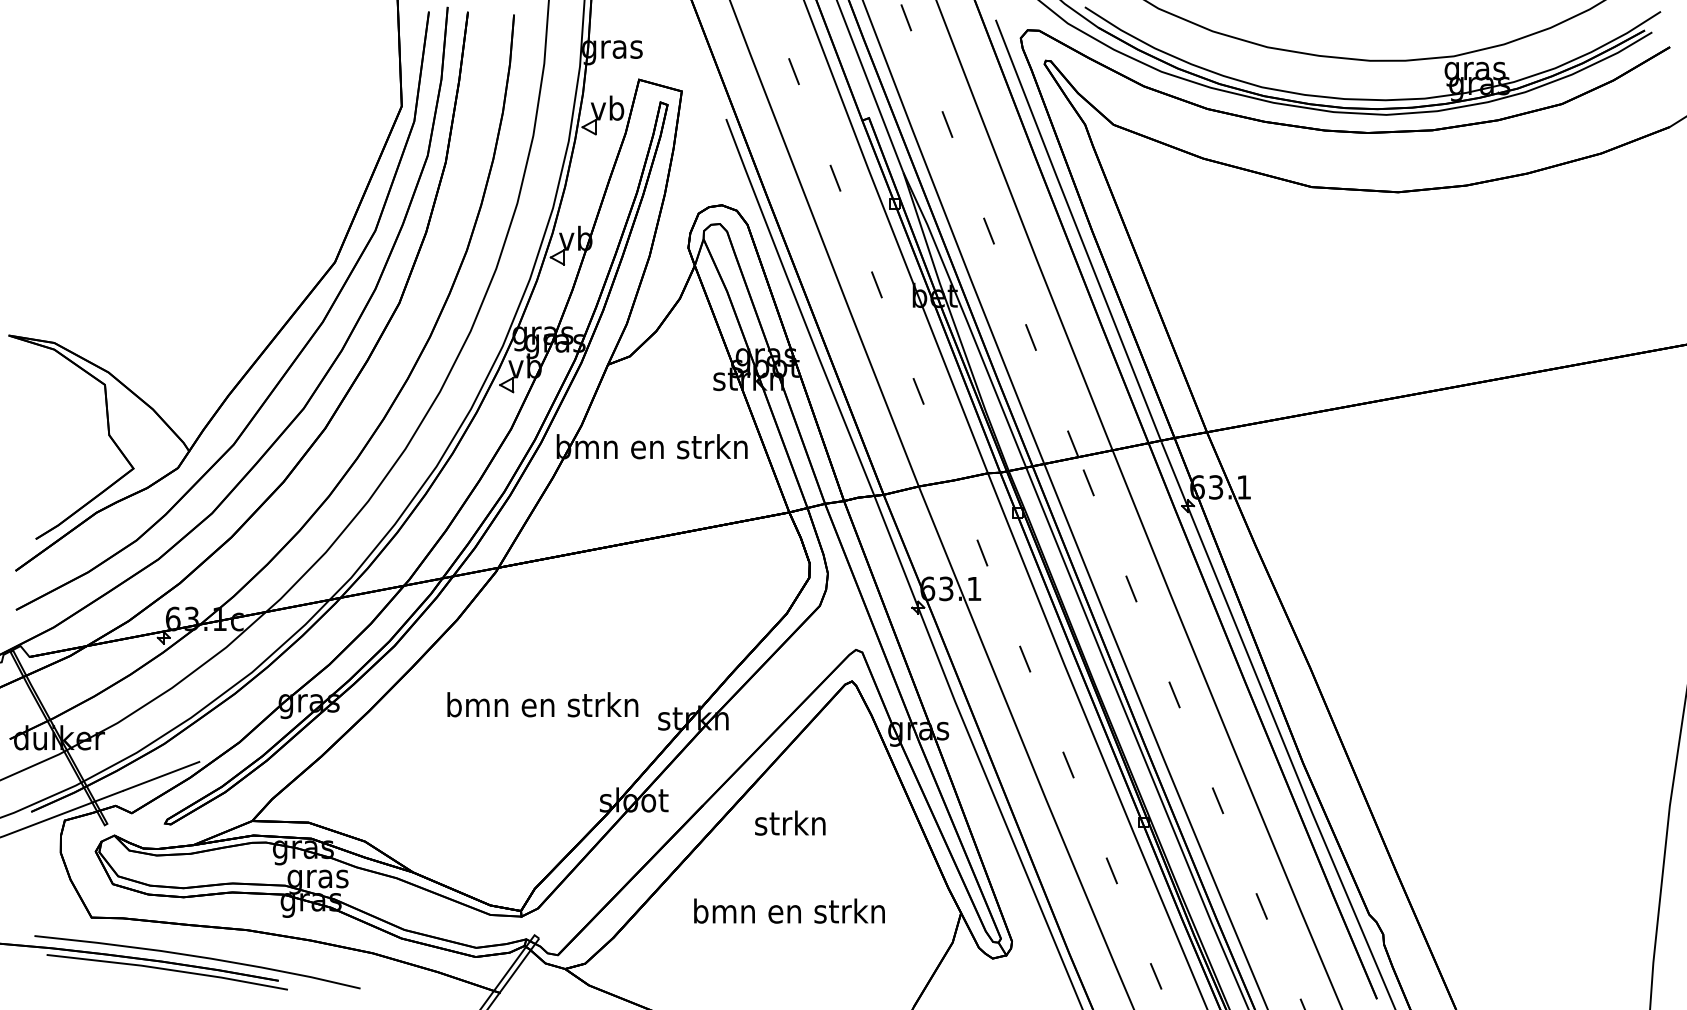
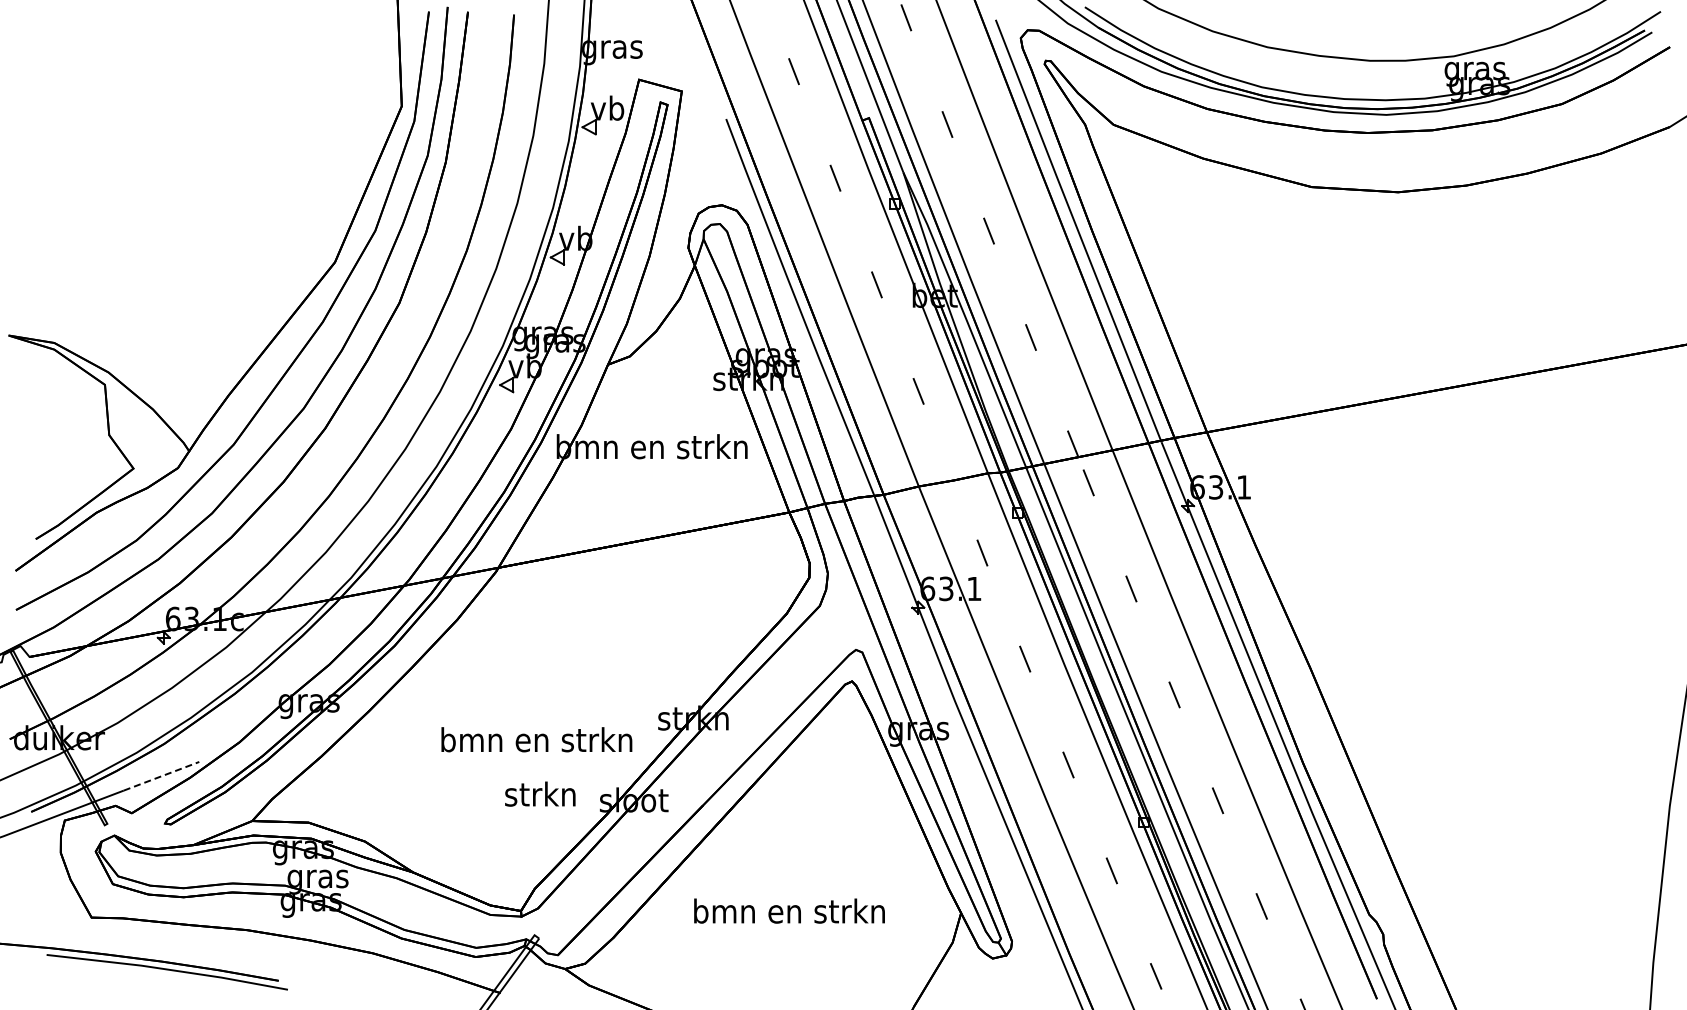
text at (542, 704) position: (542, 704) -> (536, 739)
line at (162, 776): solid -> dashed
text at (790, 822) position: (790, 822) -> (540, 793)
curve at (197, 957): present -> none
